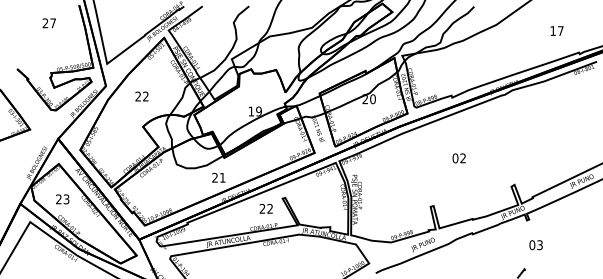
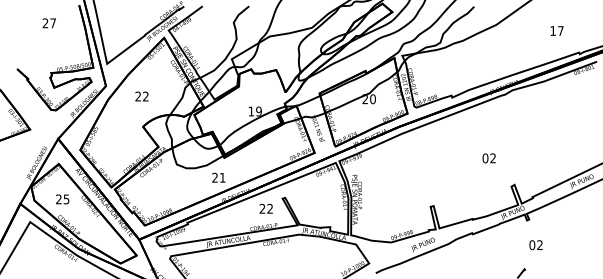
text at (458, 158) position: (458, 158) -> (488, 158)
text at (66, 198): 23 -> 25
text at (539, 245): 03 -> 02
